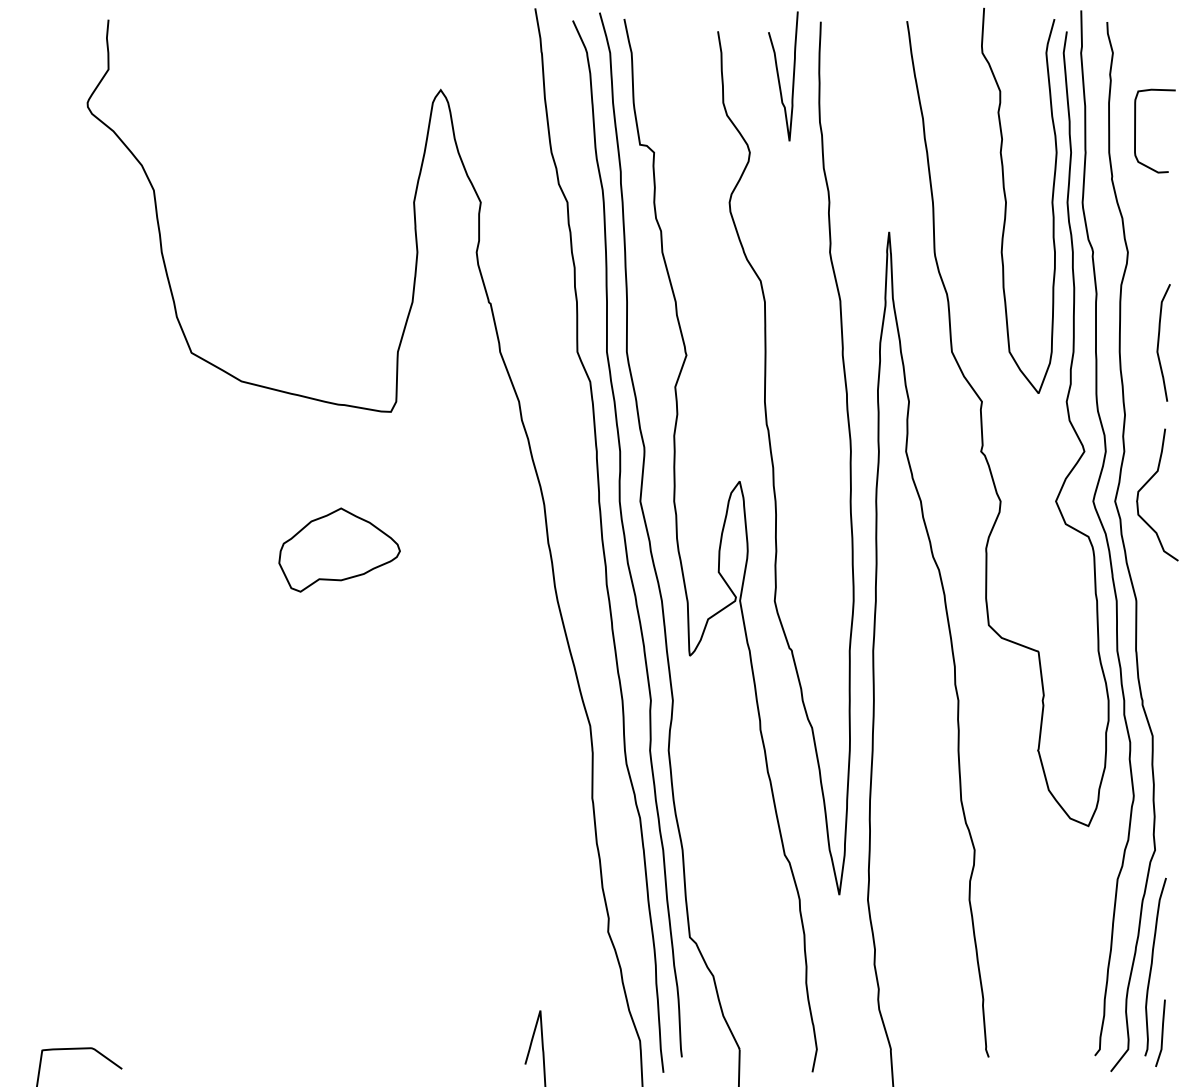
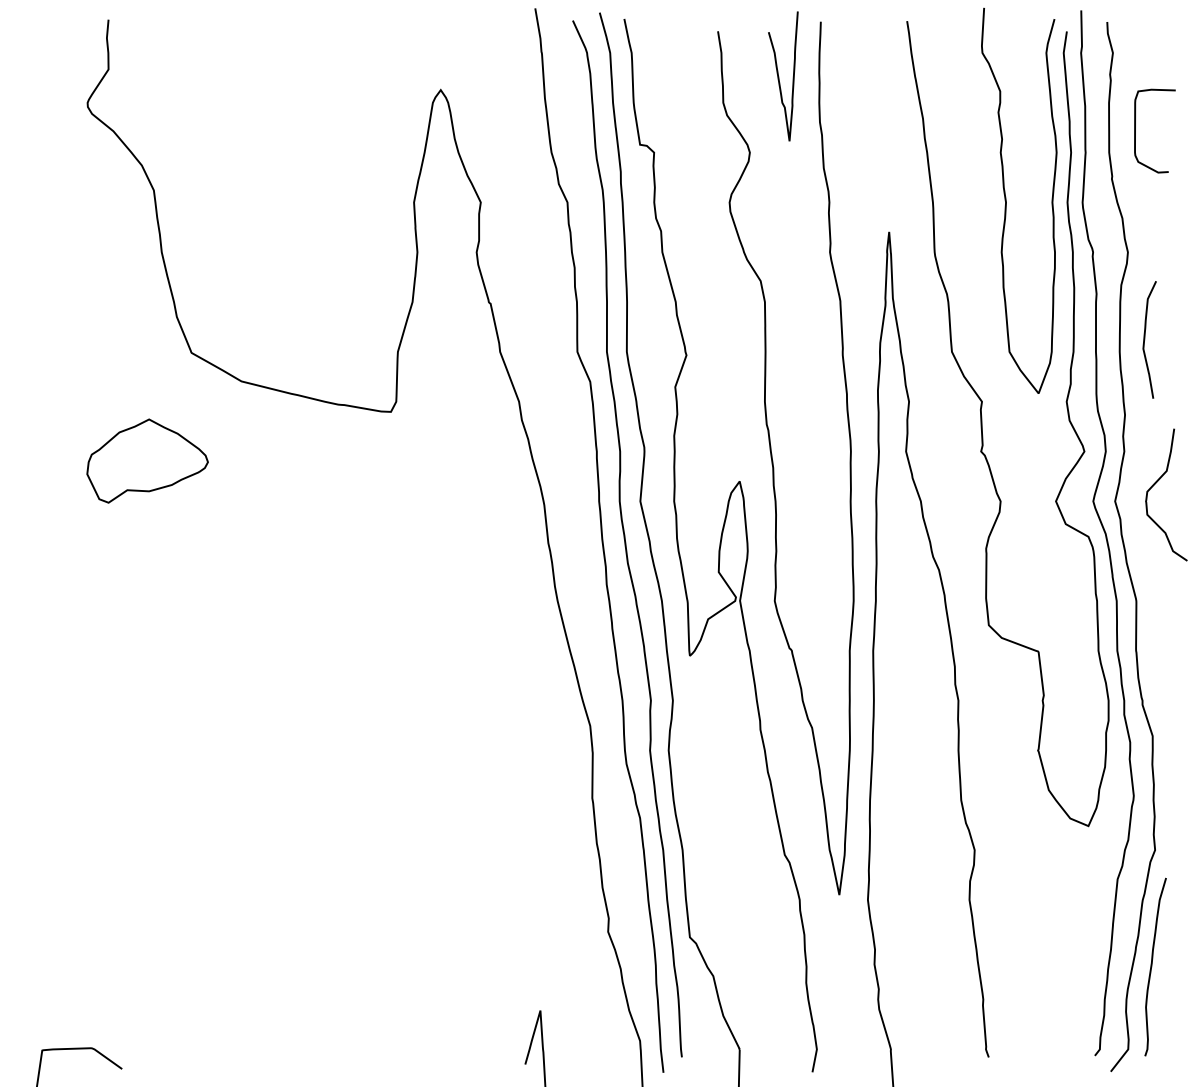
curve at (1159, 342) position: (1159, 342) -> (1145, 339)
curve at (1147, 483) position: (1147, 483) -> (1156, 483)
part at (339, 549) position: (339, 549) -> (147, 460)
line at (1161, 1032): present -> none
